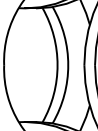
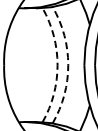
arc at (57, 65): solid -> dashed
arc at (68, 65): solid -> dashed
